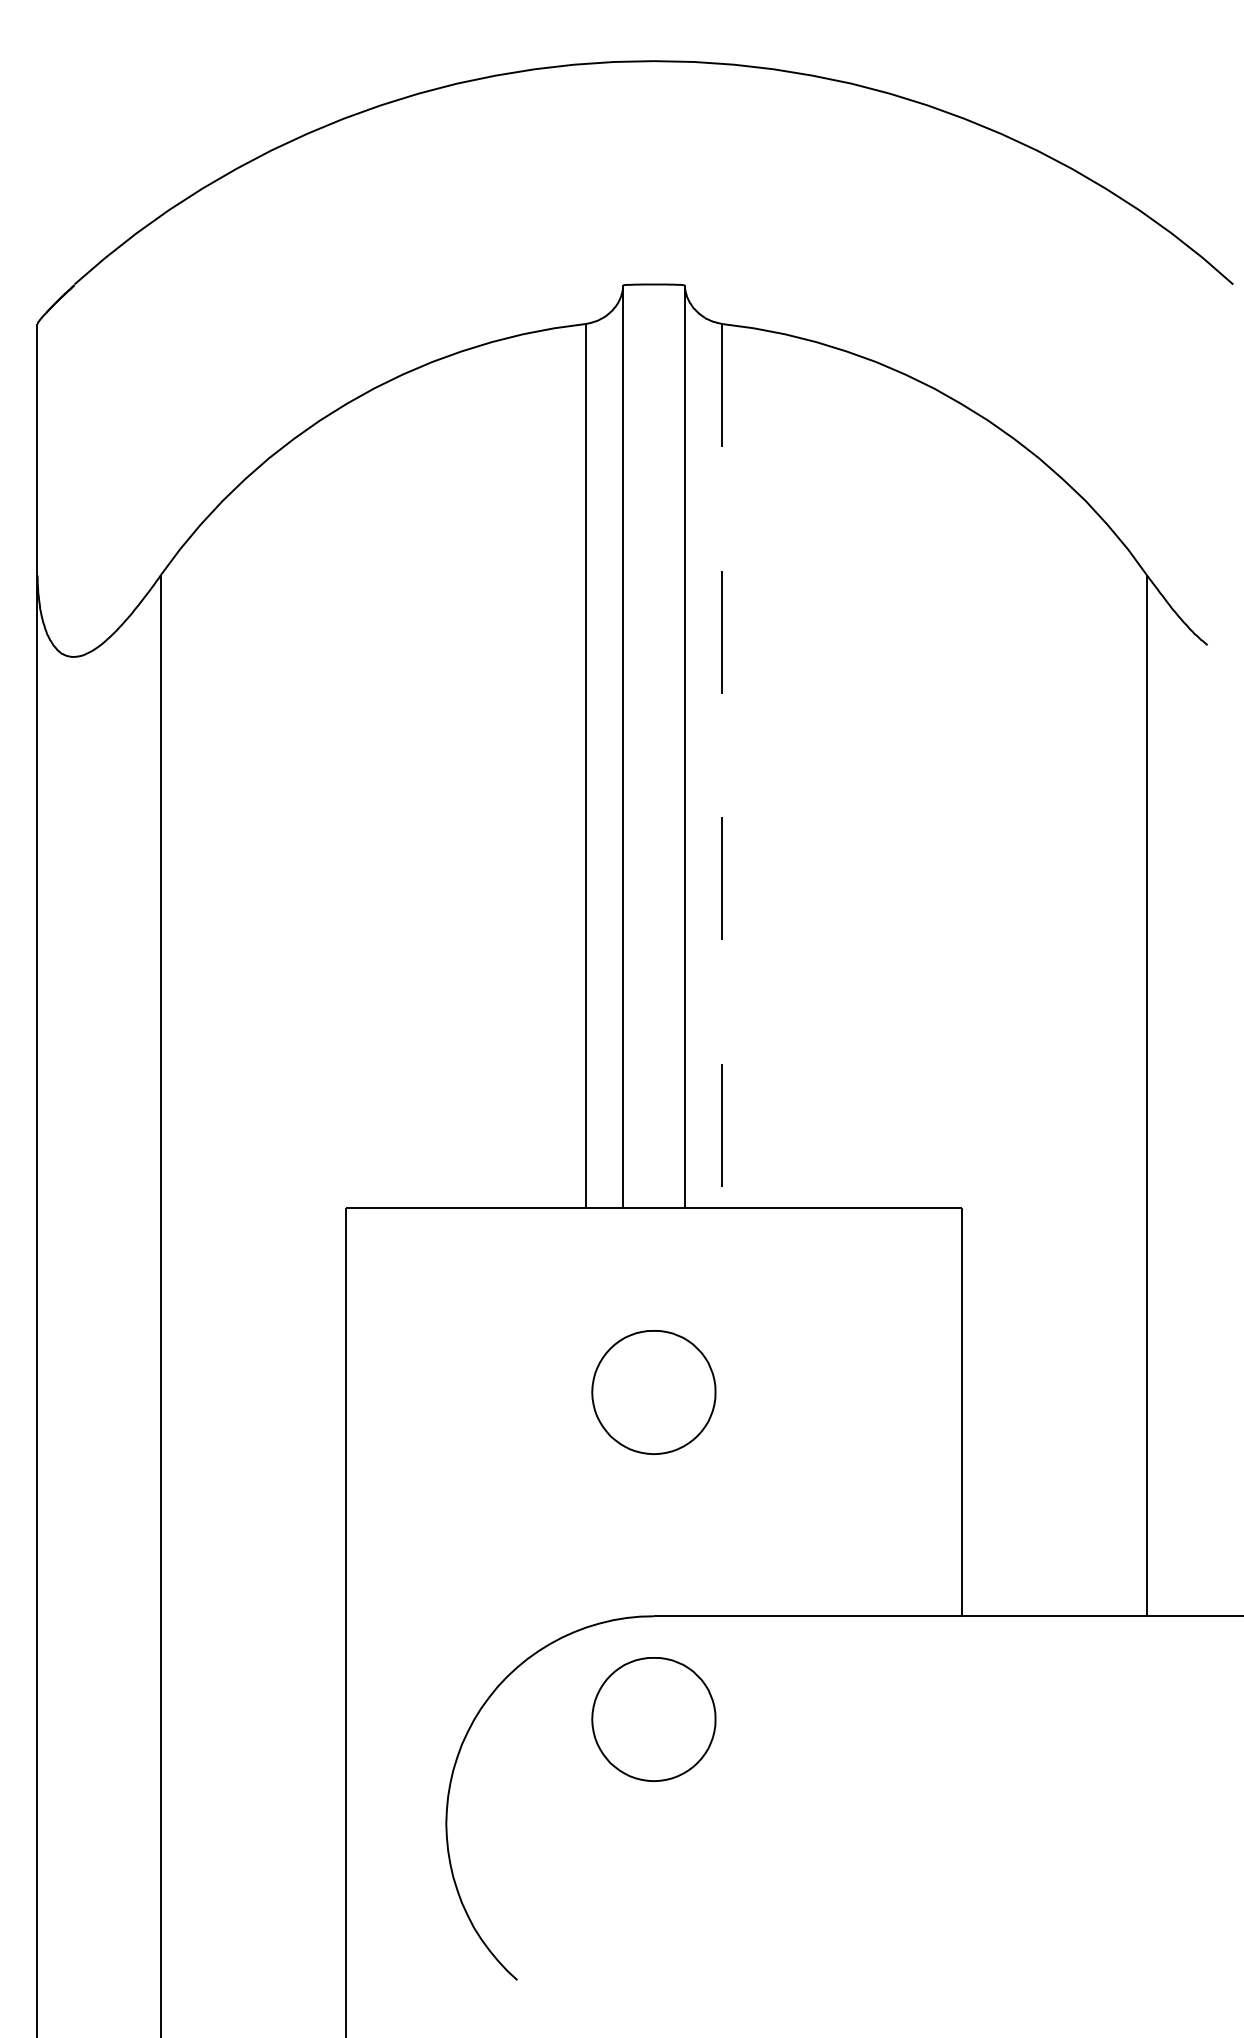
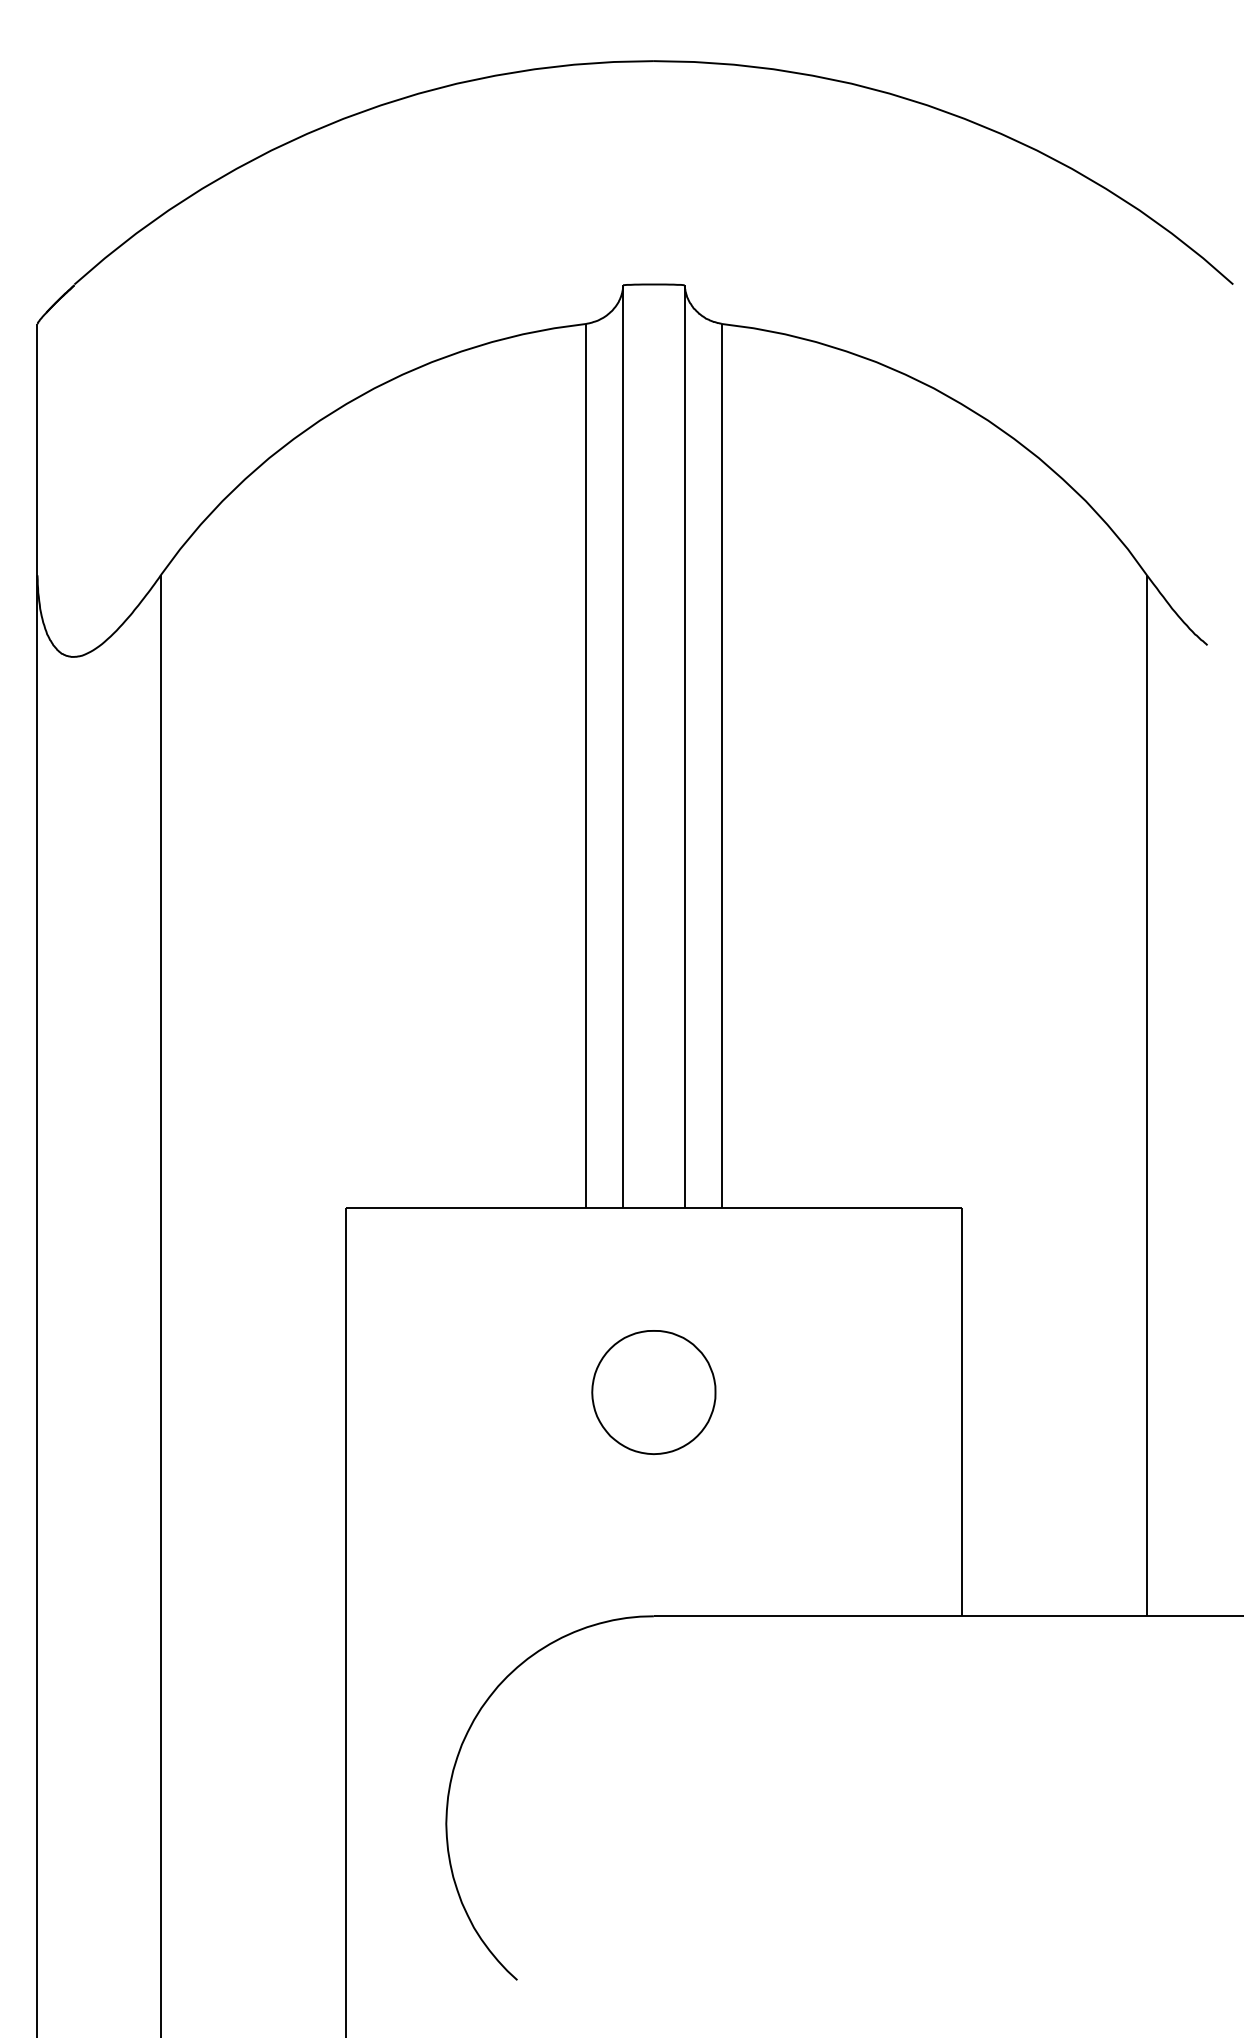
line at (721, 765): dashed -> solid
part at (653, 1719): present -> none
